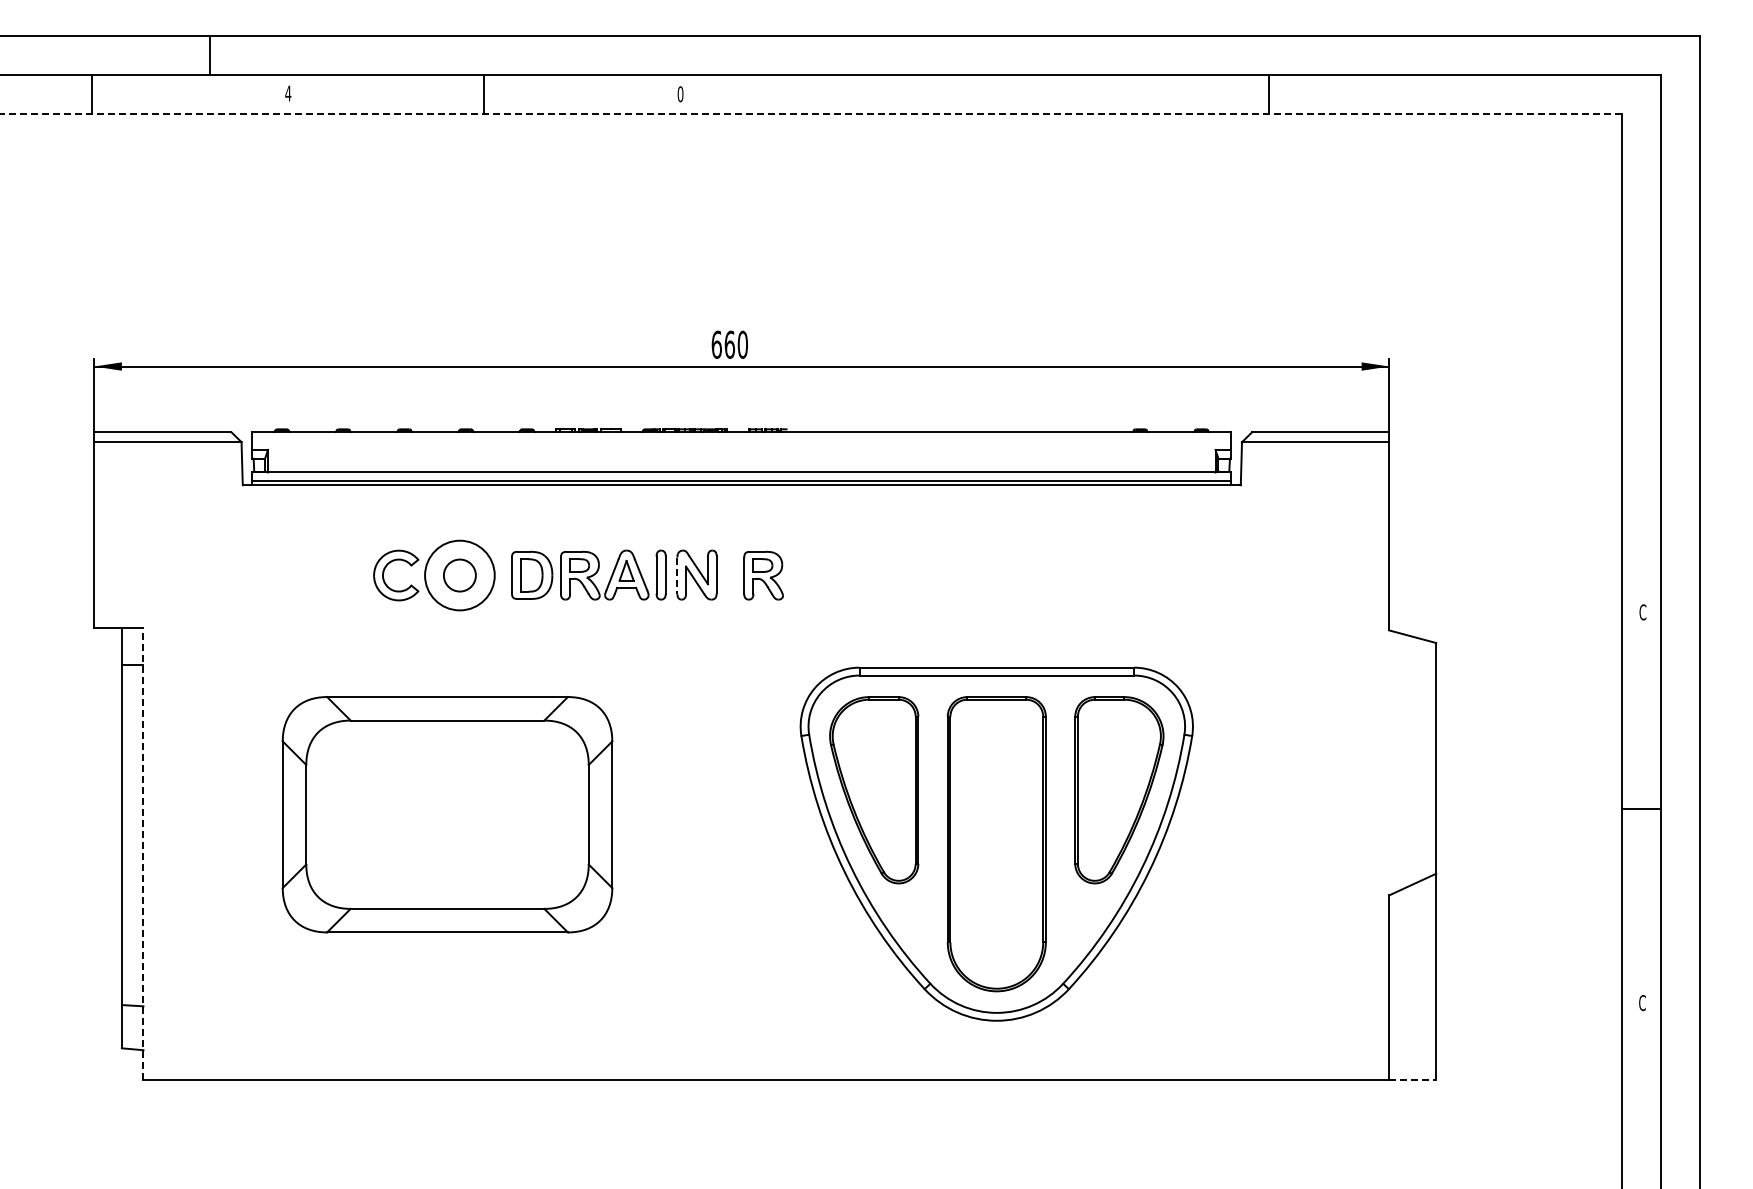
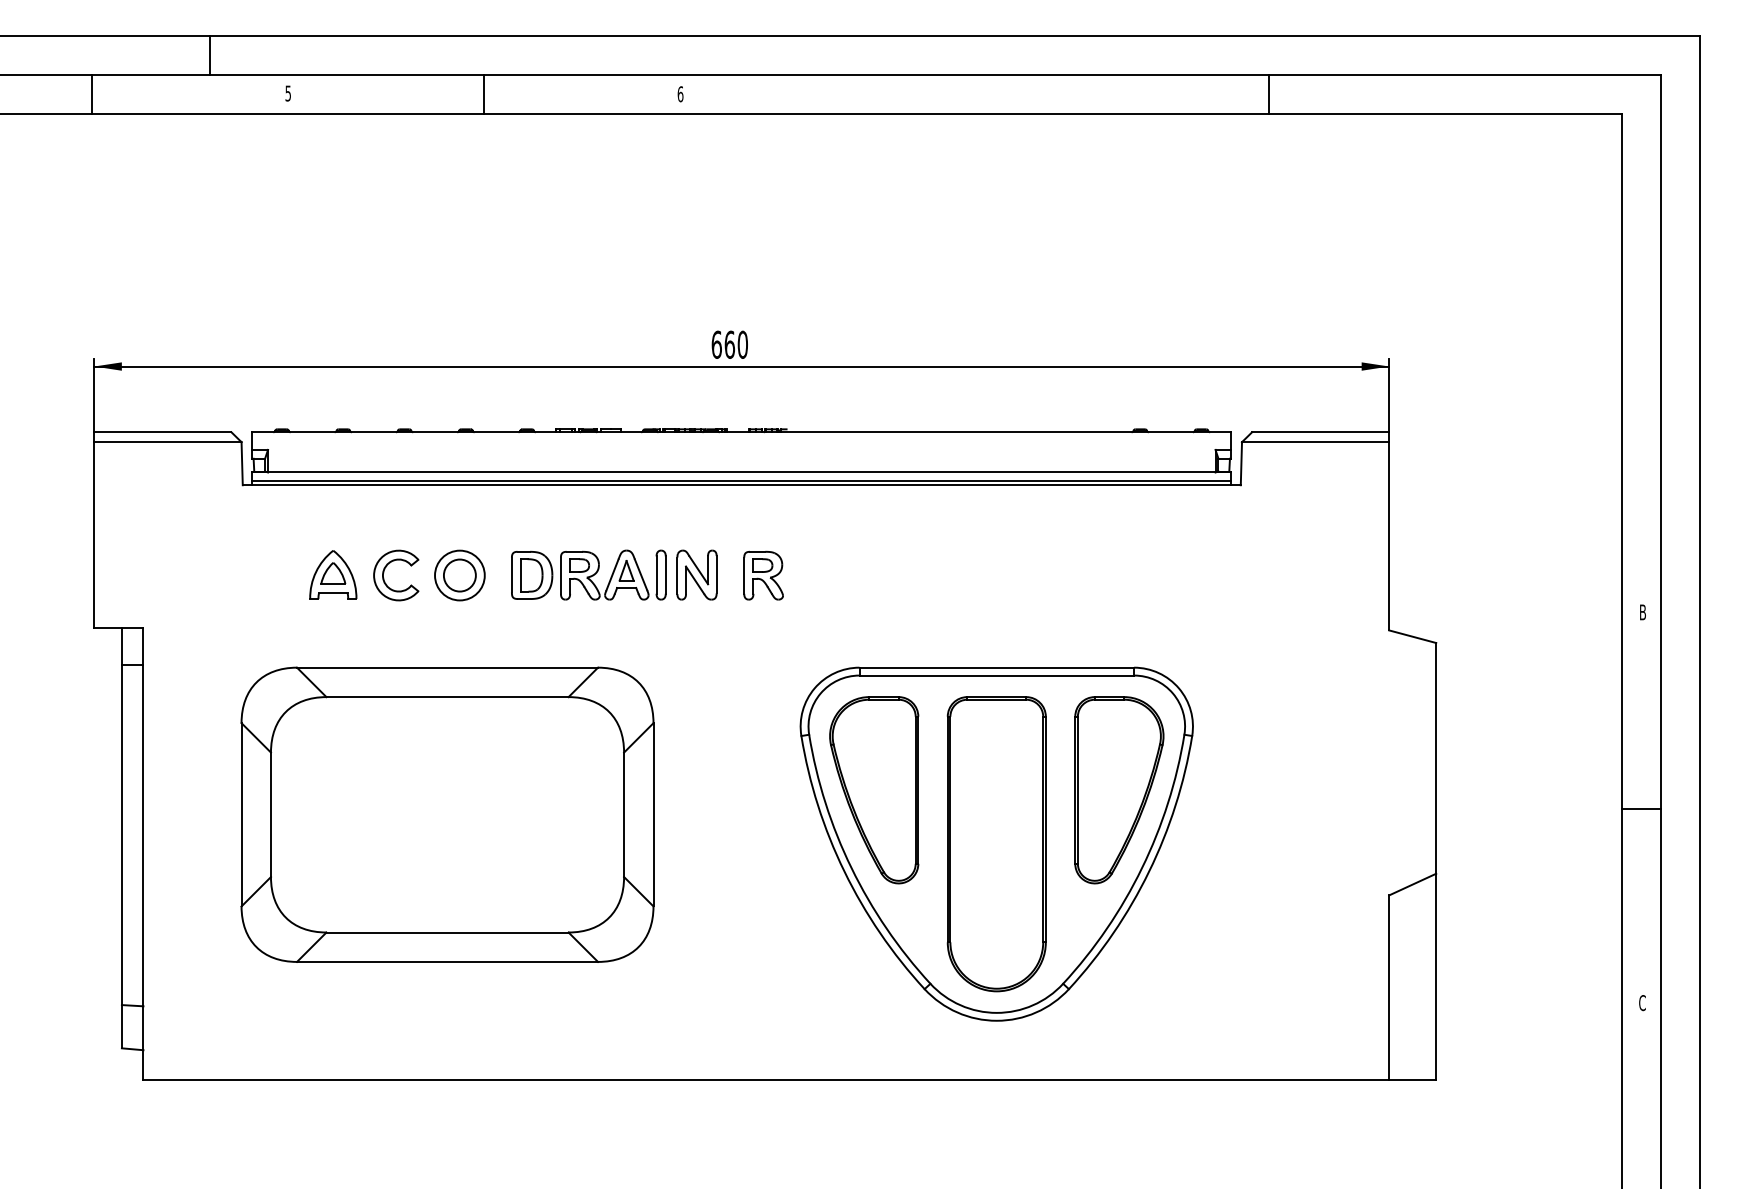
text at (288, 93): 4 -> 5
text at (680, 93): 0 -> 6
line at (811, 114): dashed -> solid
part at (333, 574): none -> present
circle at (459, 575) diameter: 70 px -> 50 px
line at (677, 576): dashed -> solid
text at (1642, 612): C -> B
part at (447, 814) size: 333x238 px -> 415x297 px
line at (143, 854): dashed -> solid
line at (1412, 1079): dashed -> solid
